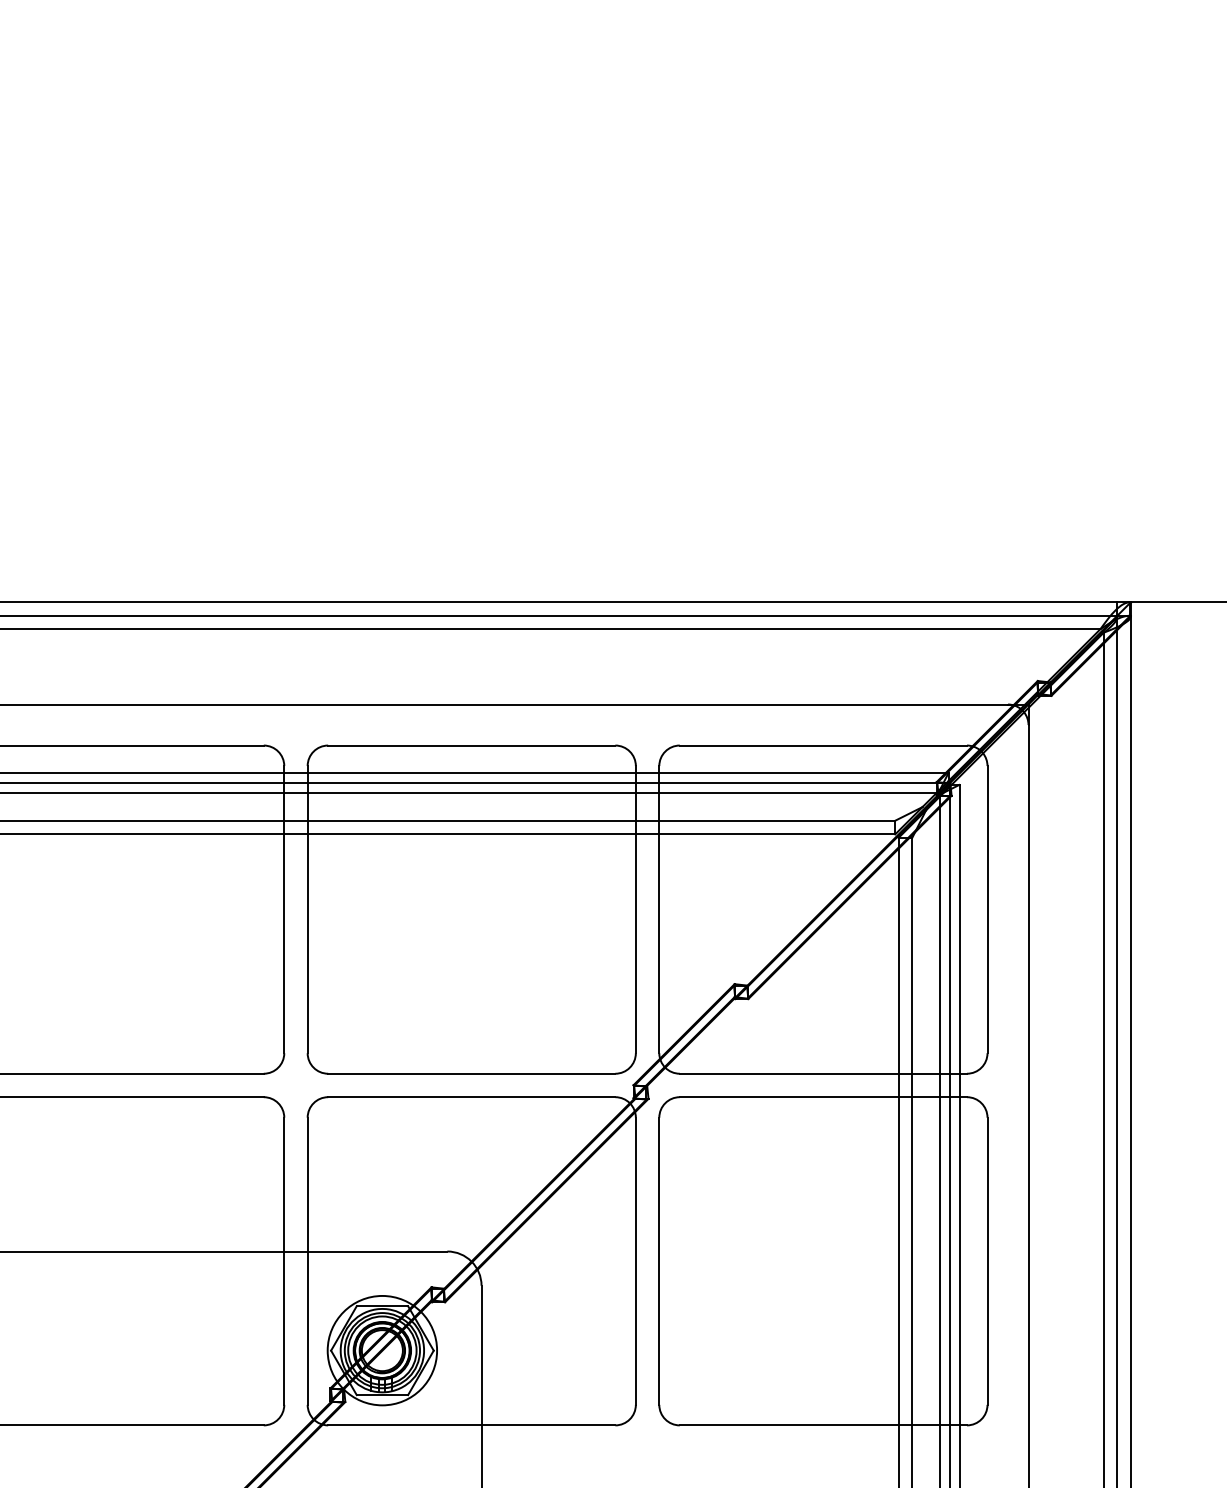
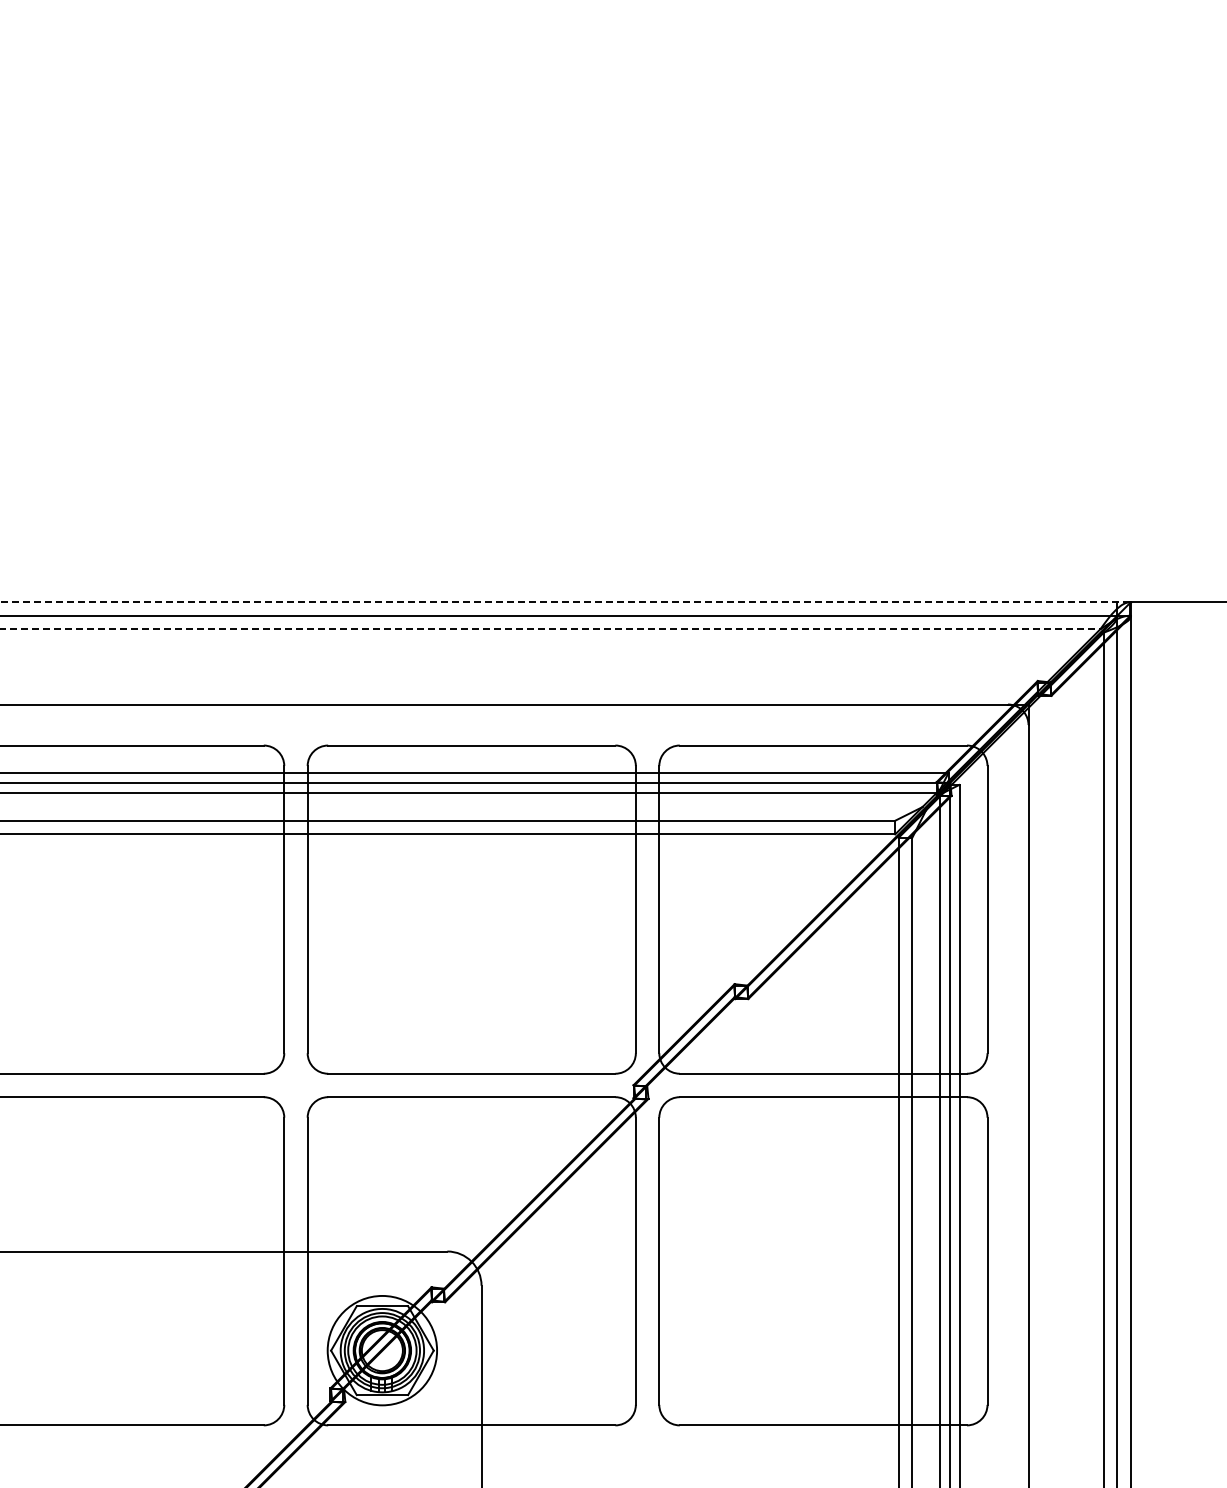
line at (566, 601): solid -> dashed
line at (550, 629): solid -> dashed
